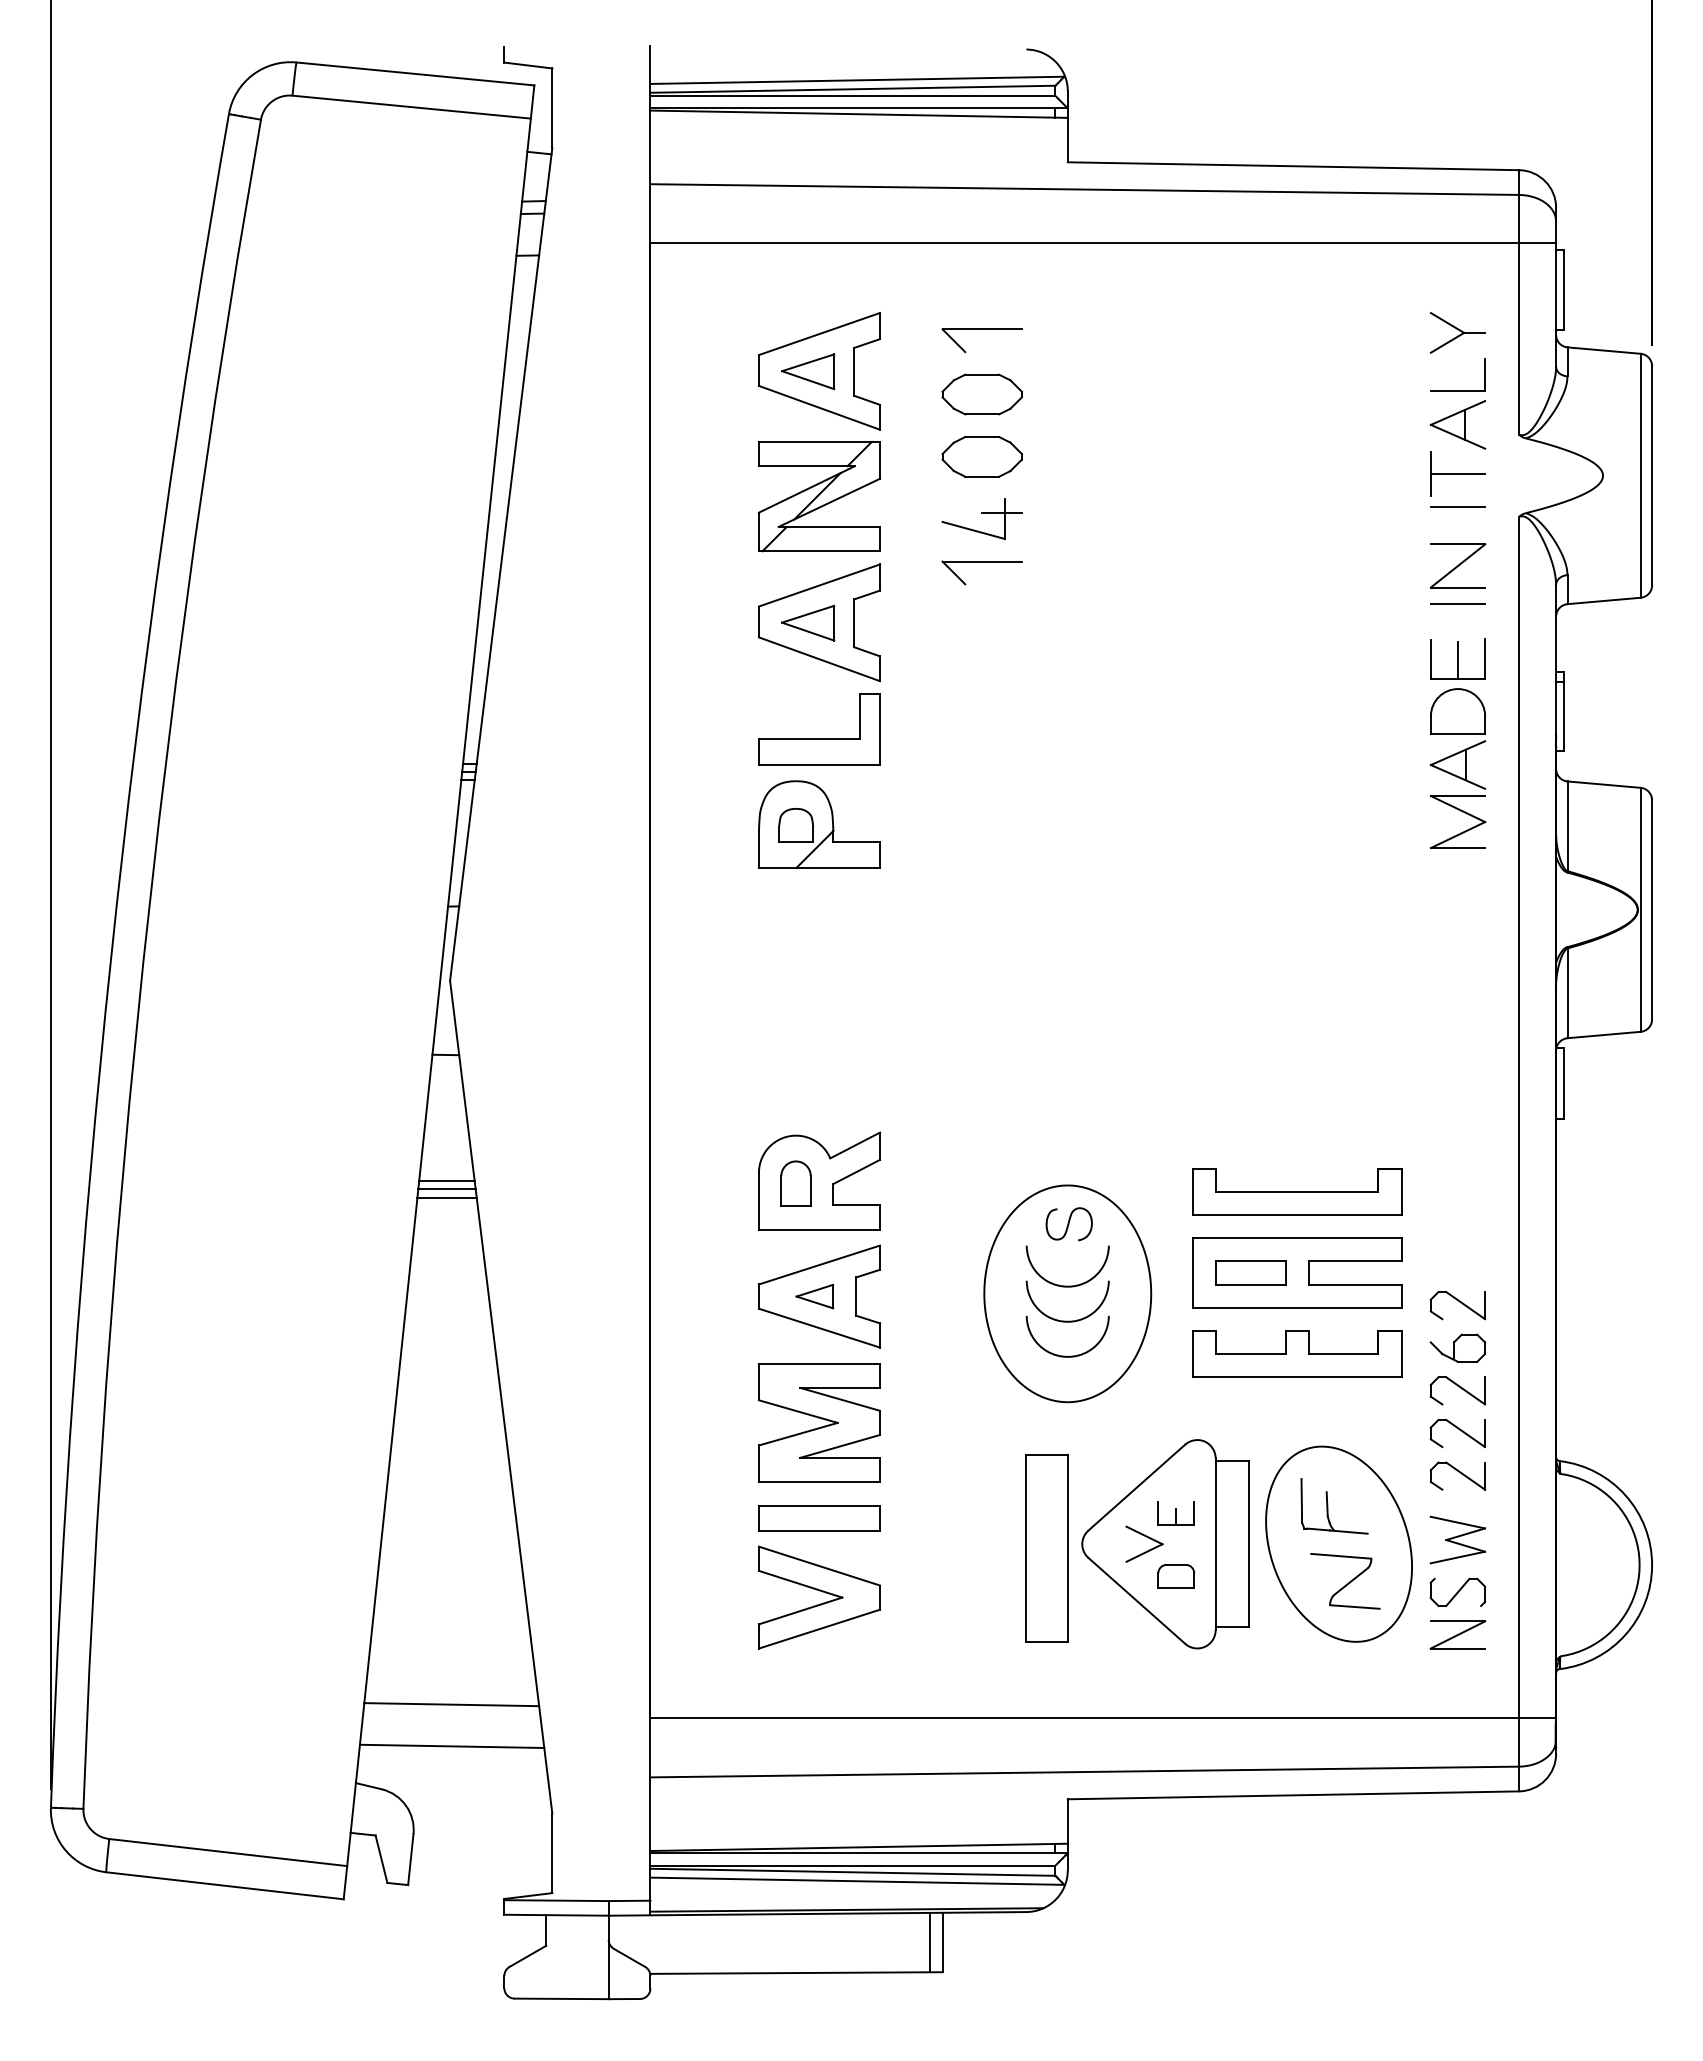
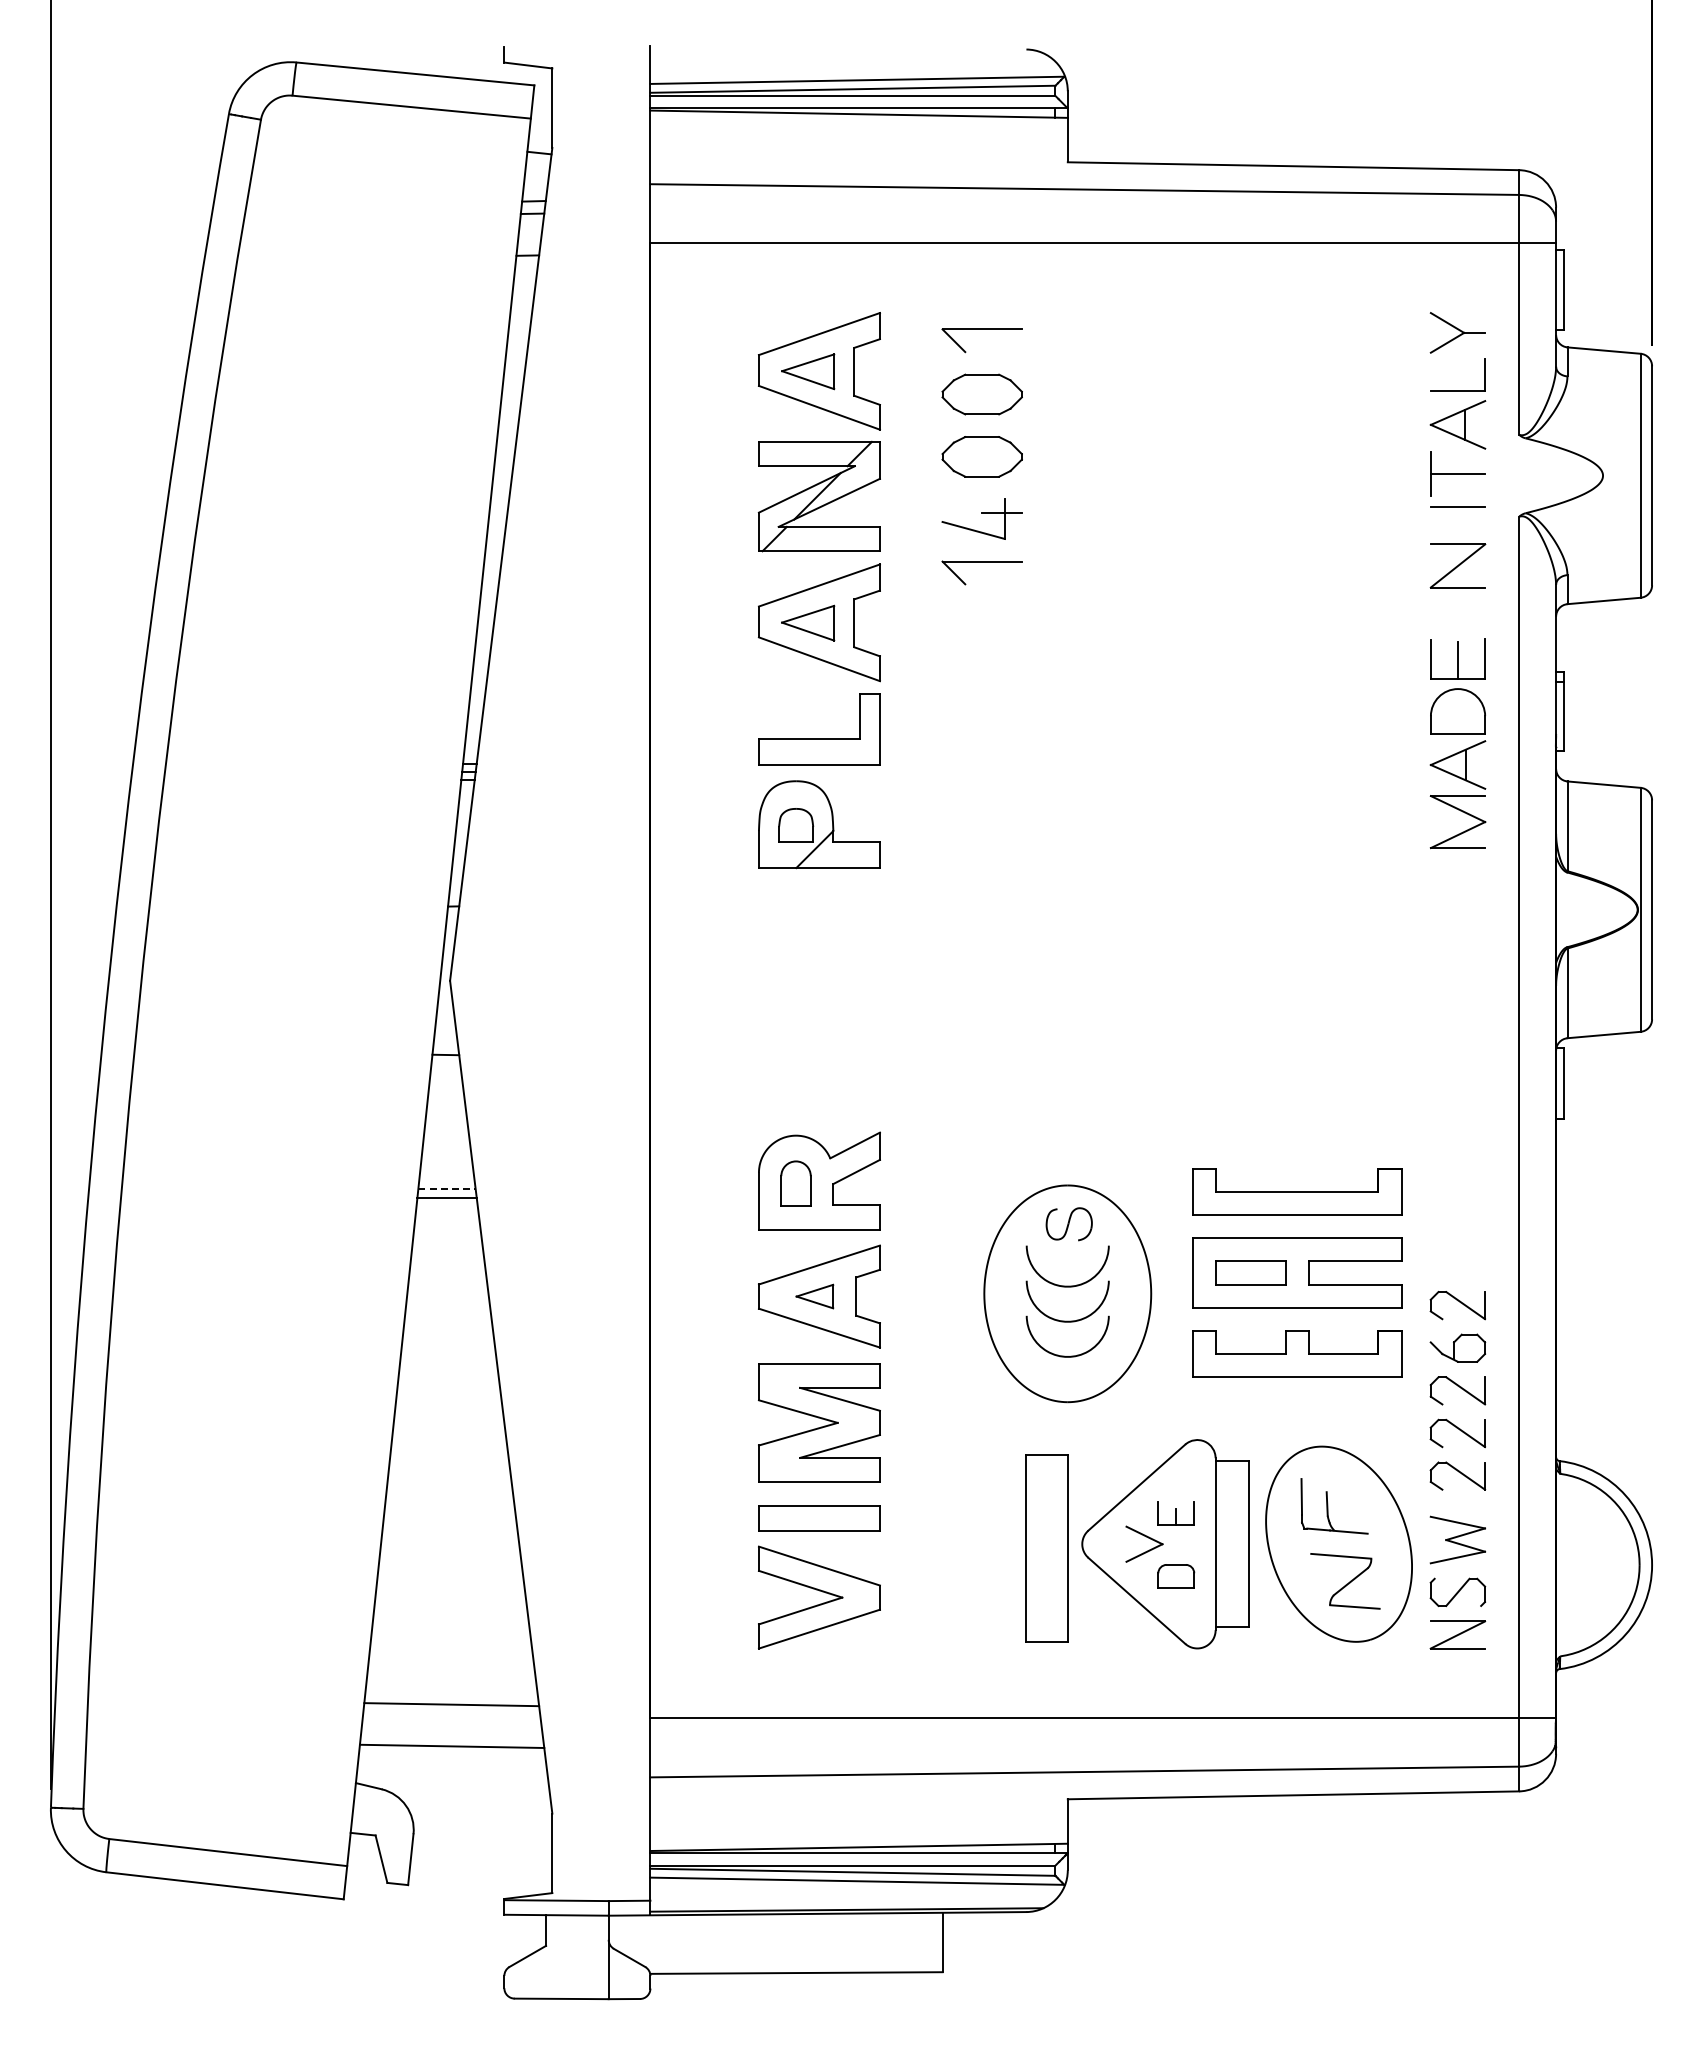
line at (1457, 603): present -> none
line at (446, 1181): present -> none
line at (447, 1189): solid -> dashed
line at (930, 1942): present -> none
